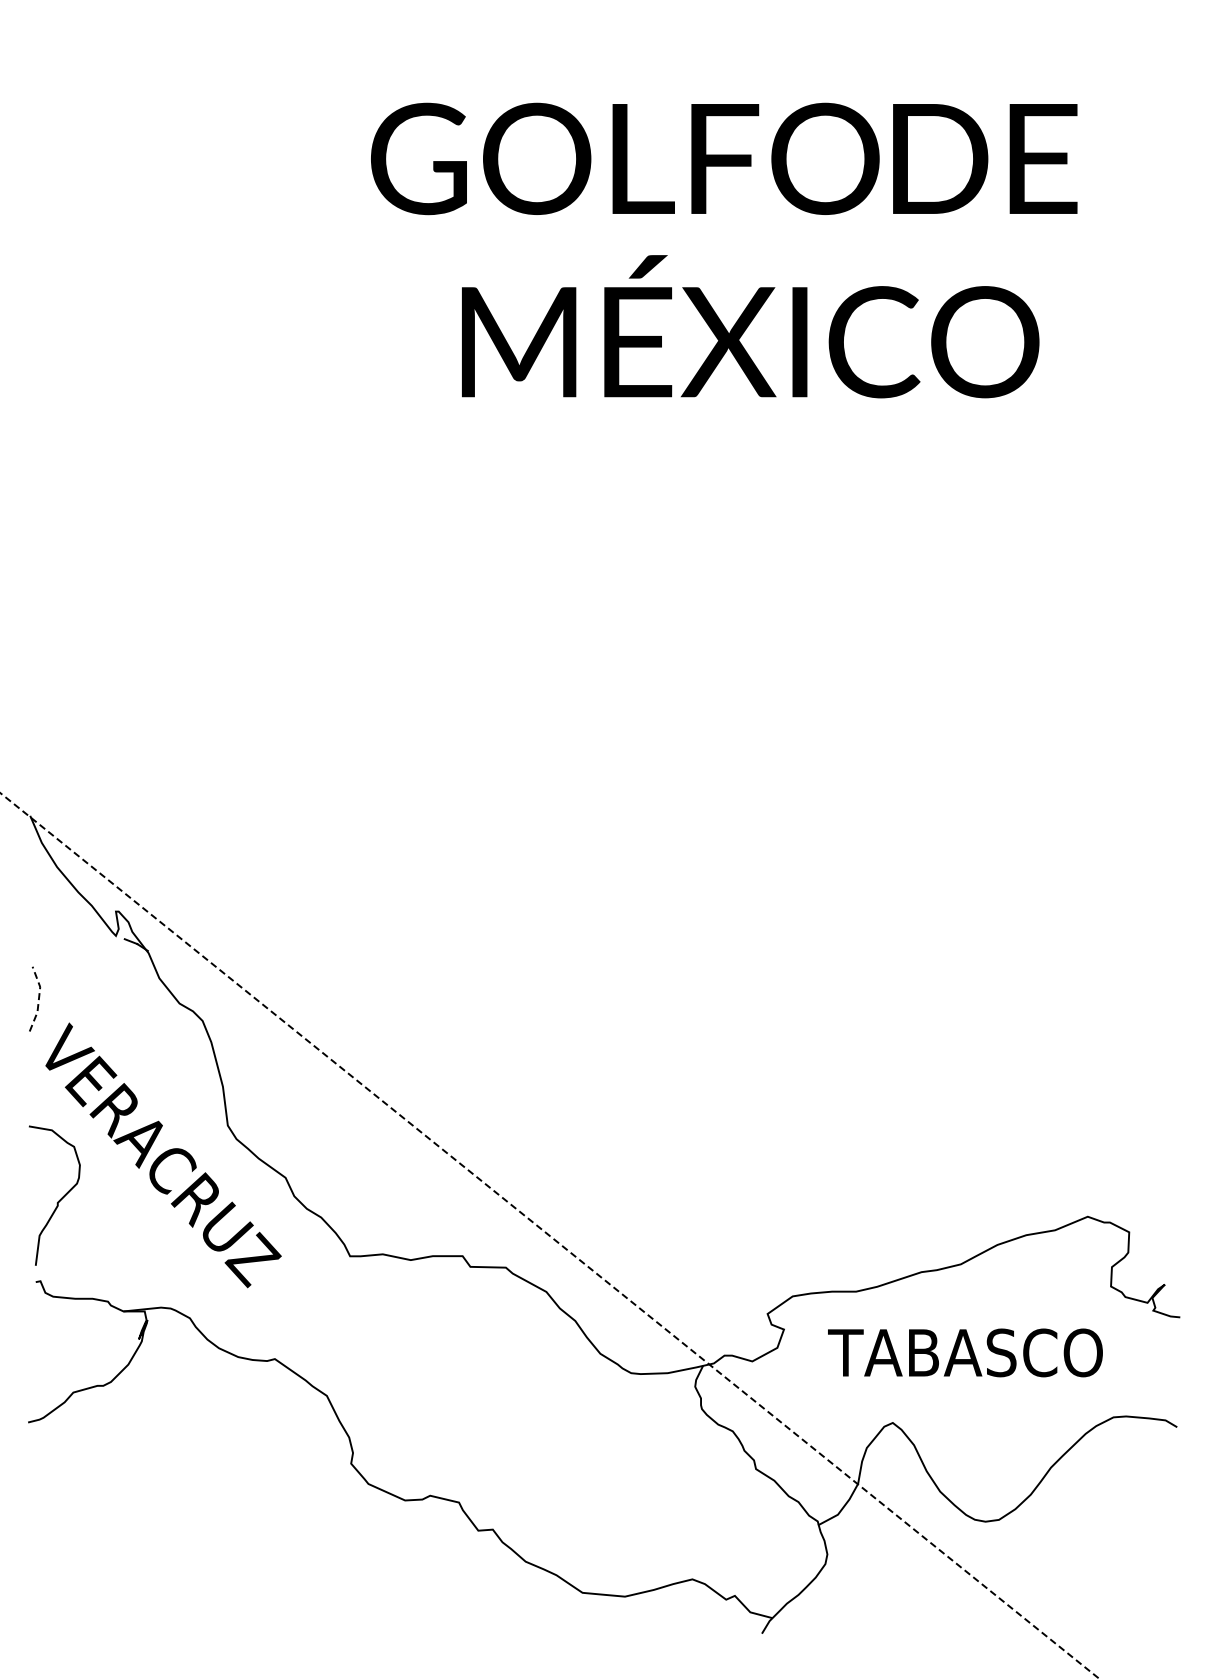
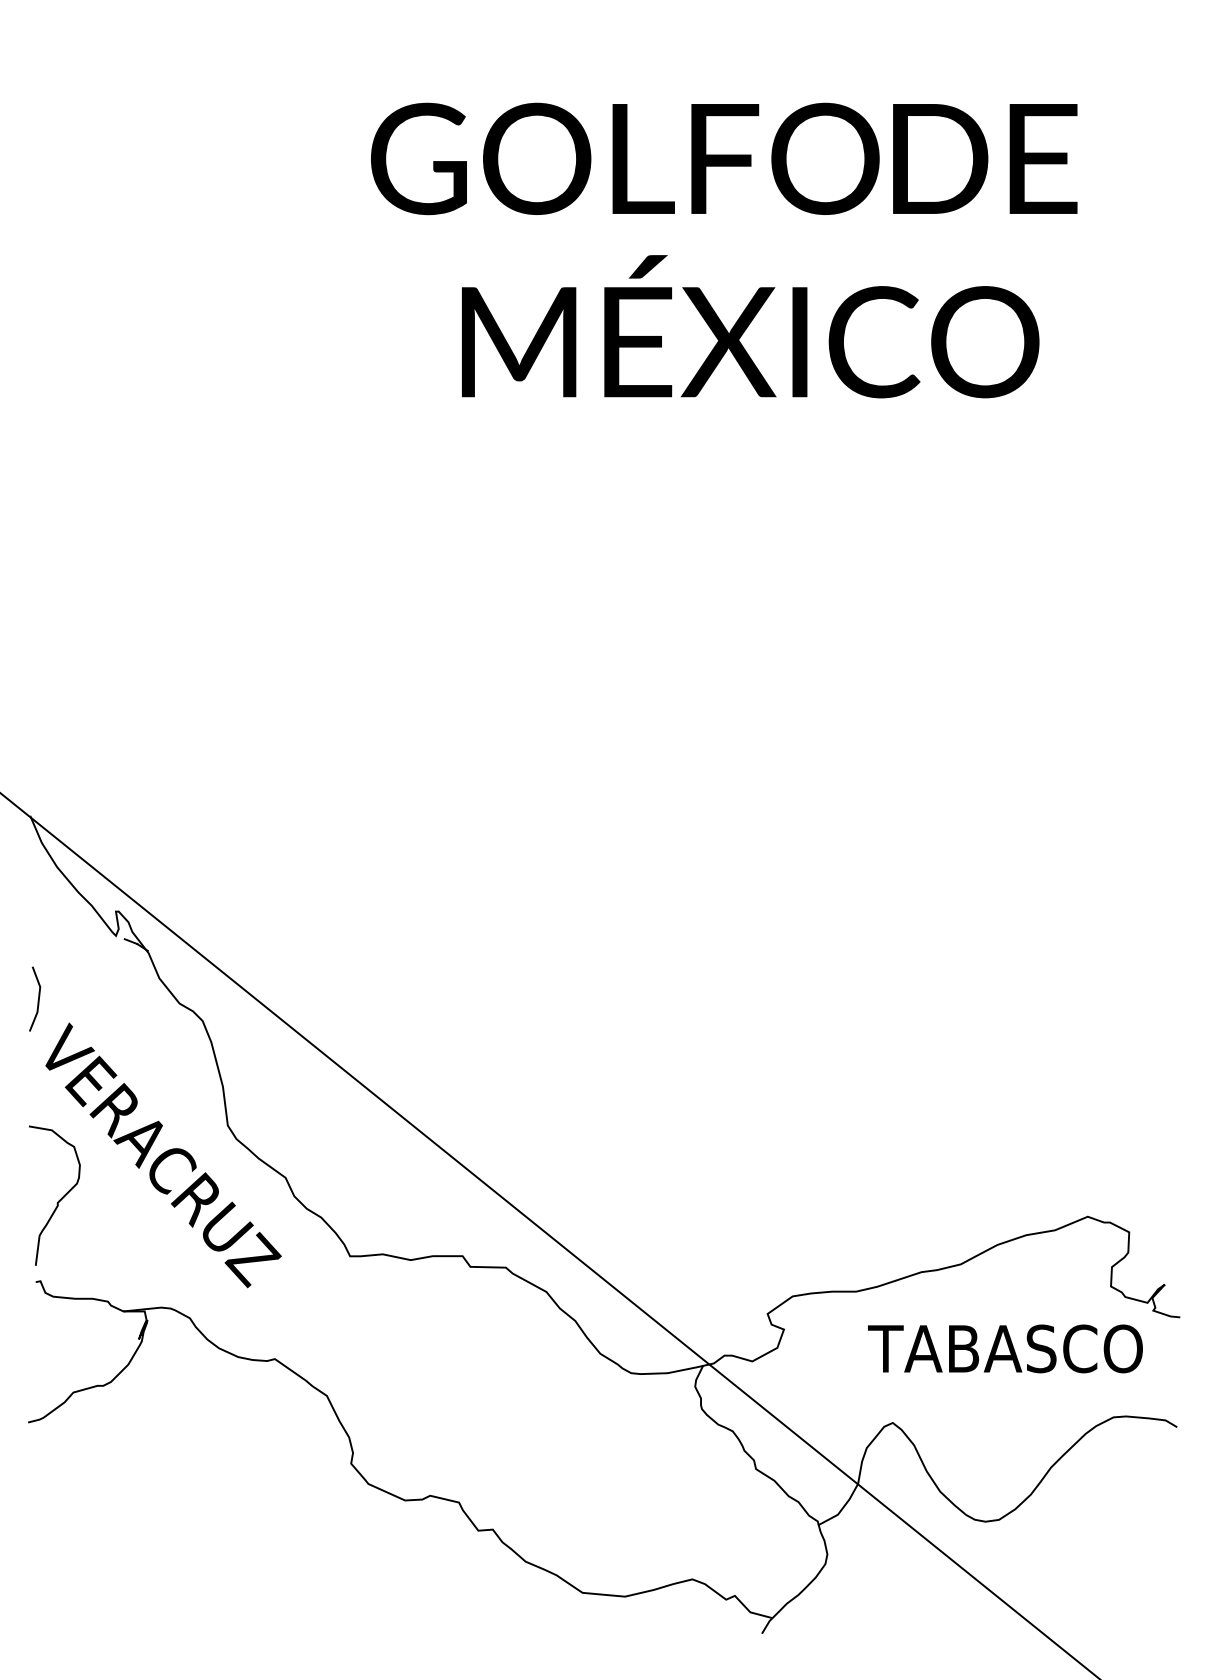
line at (38, 998): dashed -> solid
line at (550, 1236): dashed -> solid
text at (965, 1352) position: (965, 1352) -> (1005, 1348)
